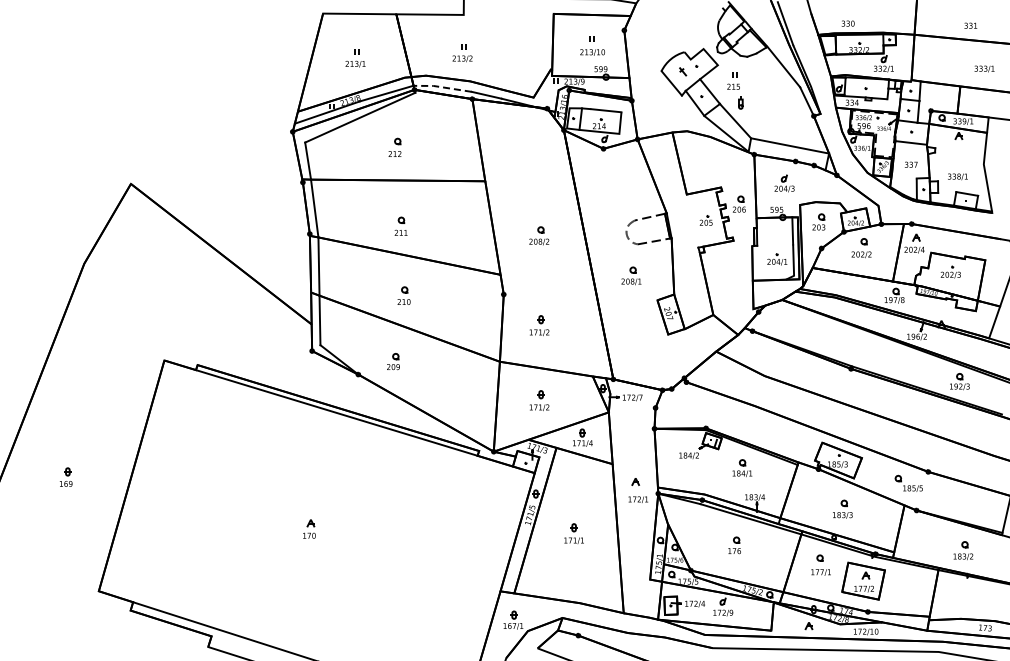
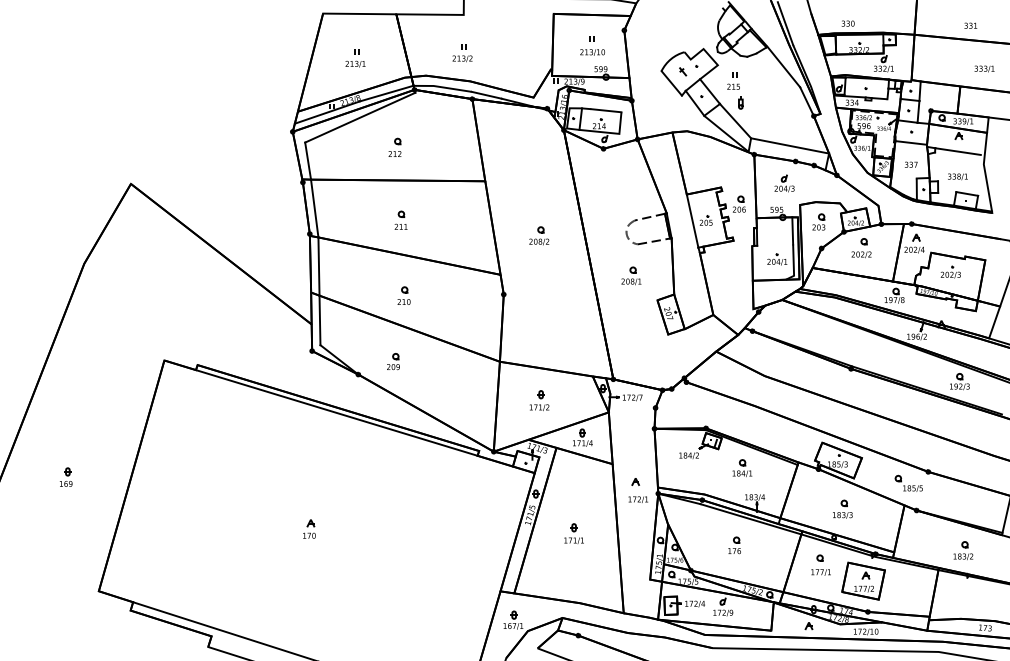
line at (441, 87): dashed -> solid
line at (957, 151): none -> present
line at (692, 220): none -> present
part at (400, 225) position: (400, 225) -> (400, 219)
part at (539, 325): present -> none
